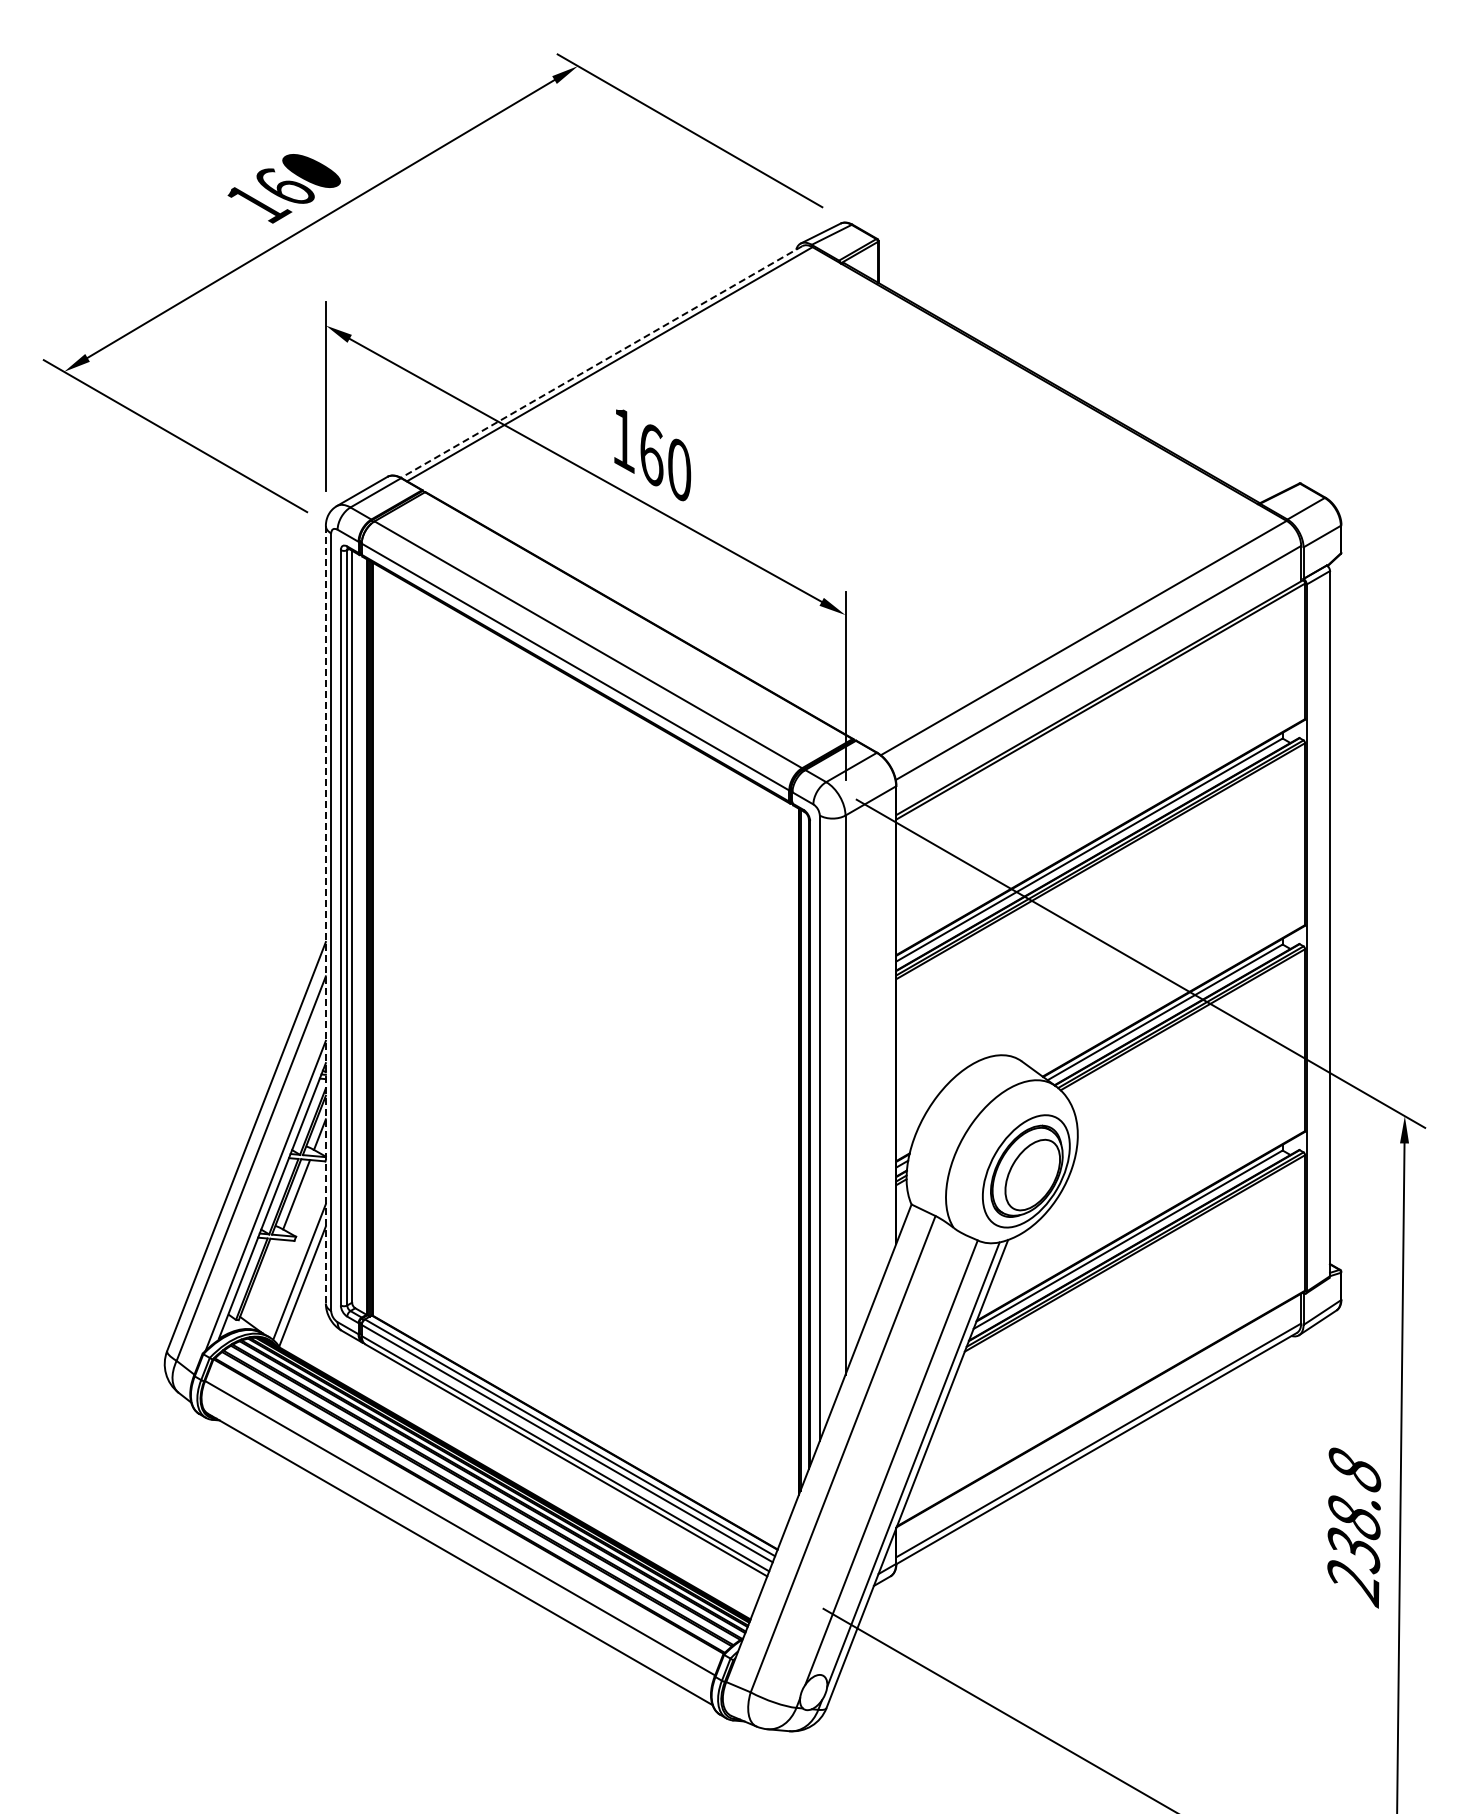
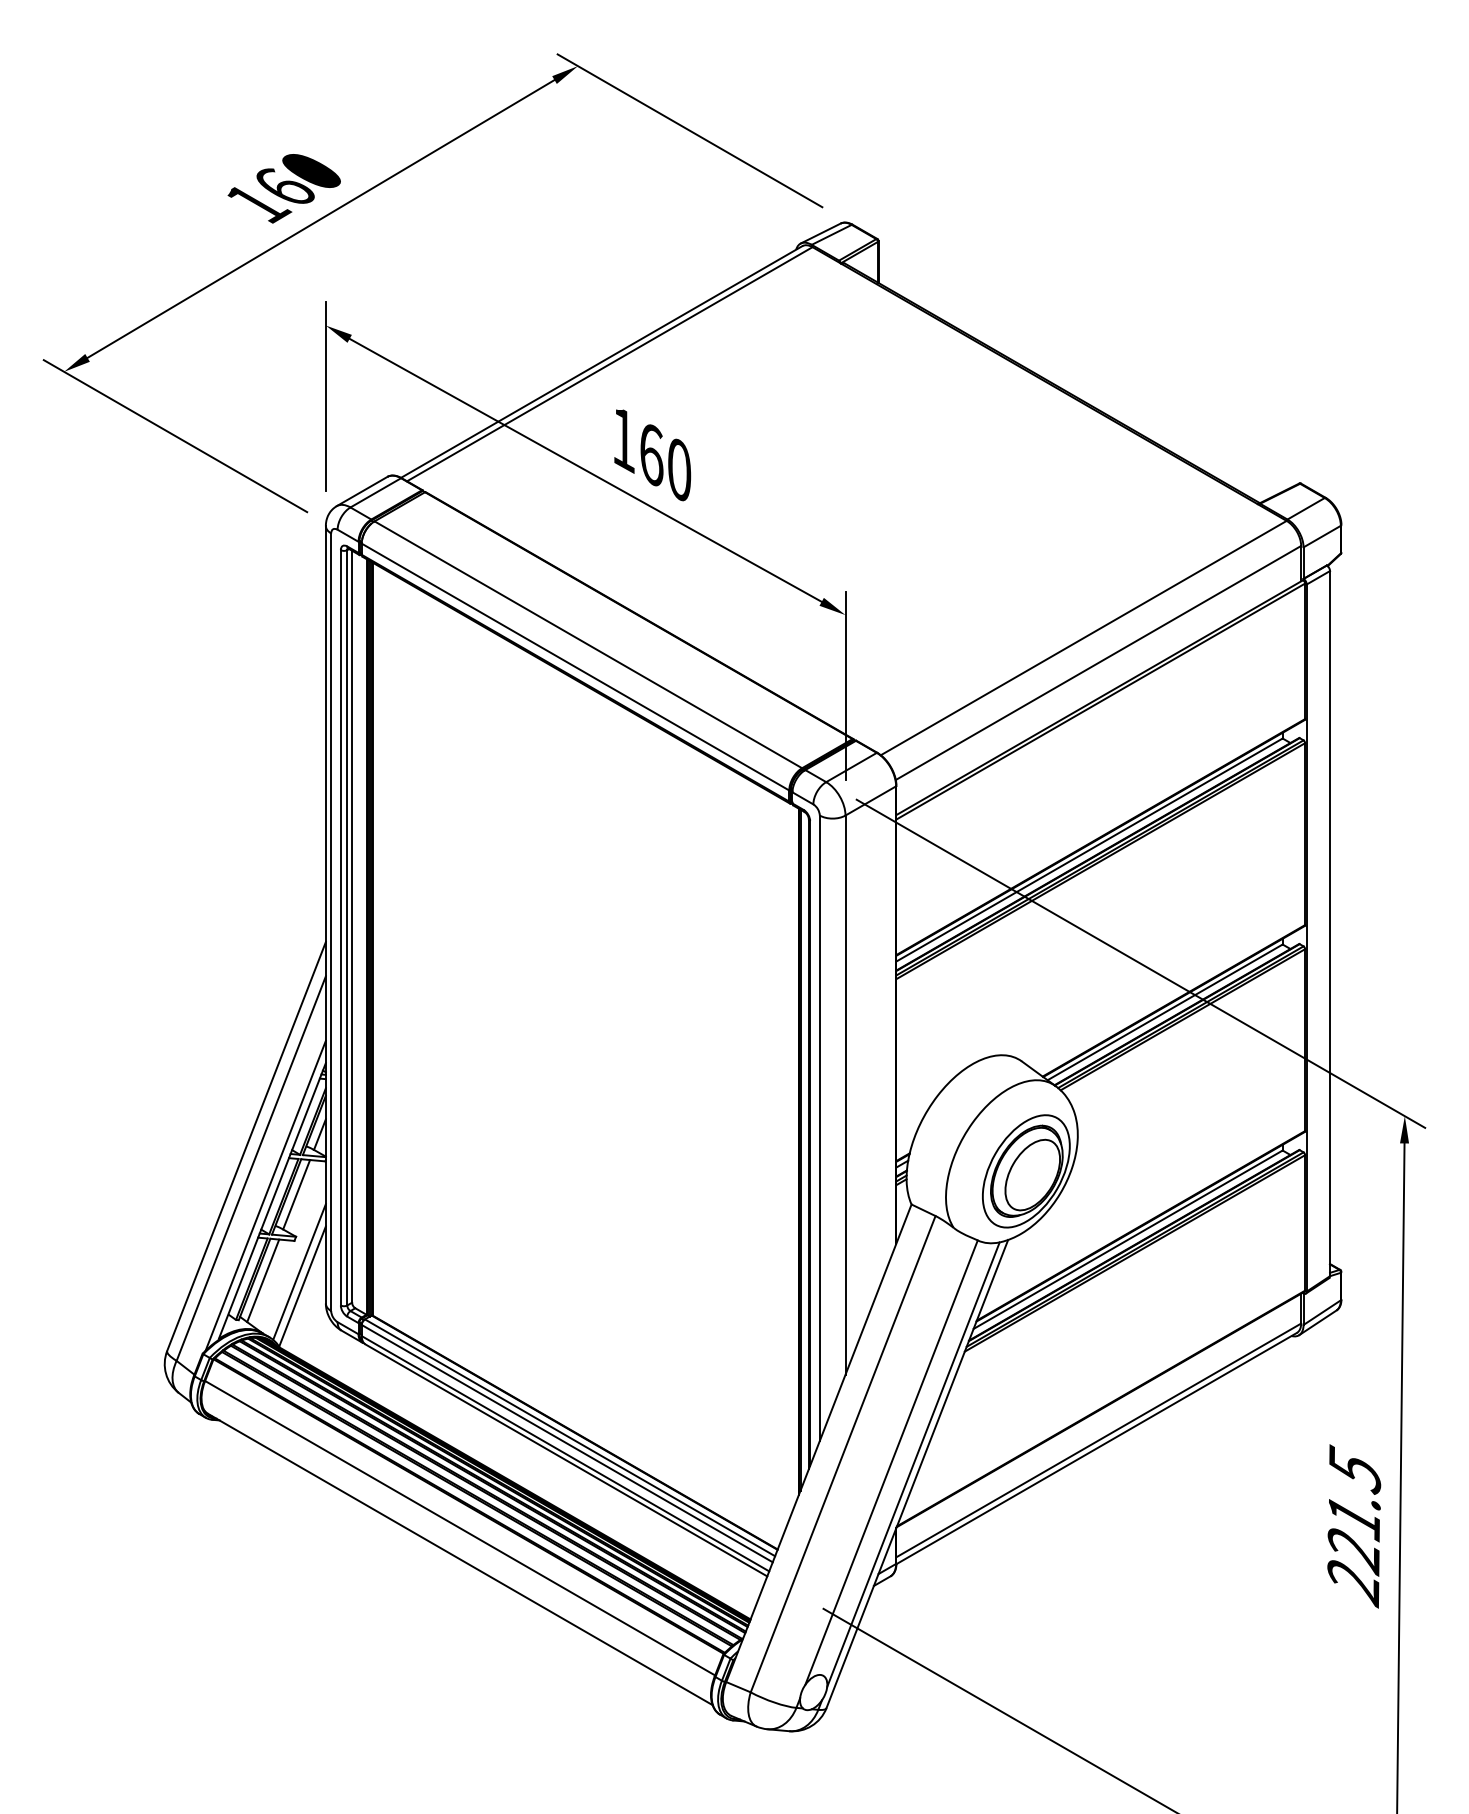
line at (601, 362): dashed -> solid
line at (325, 914): dashed -> solid
line at (263, 1280): none -> present
text at (1354, 1510): 238.8 -> 221.5
